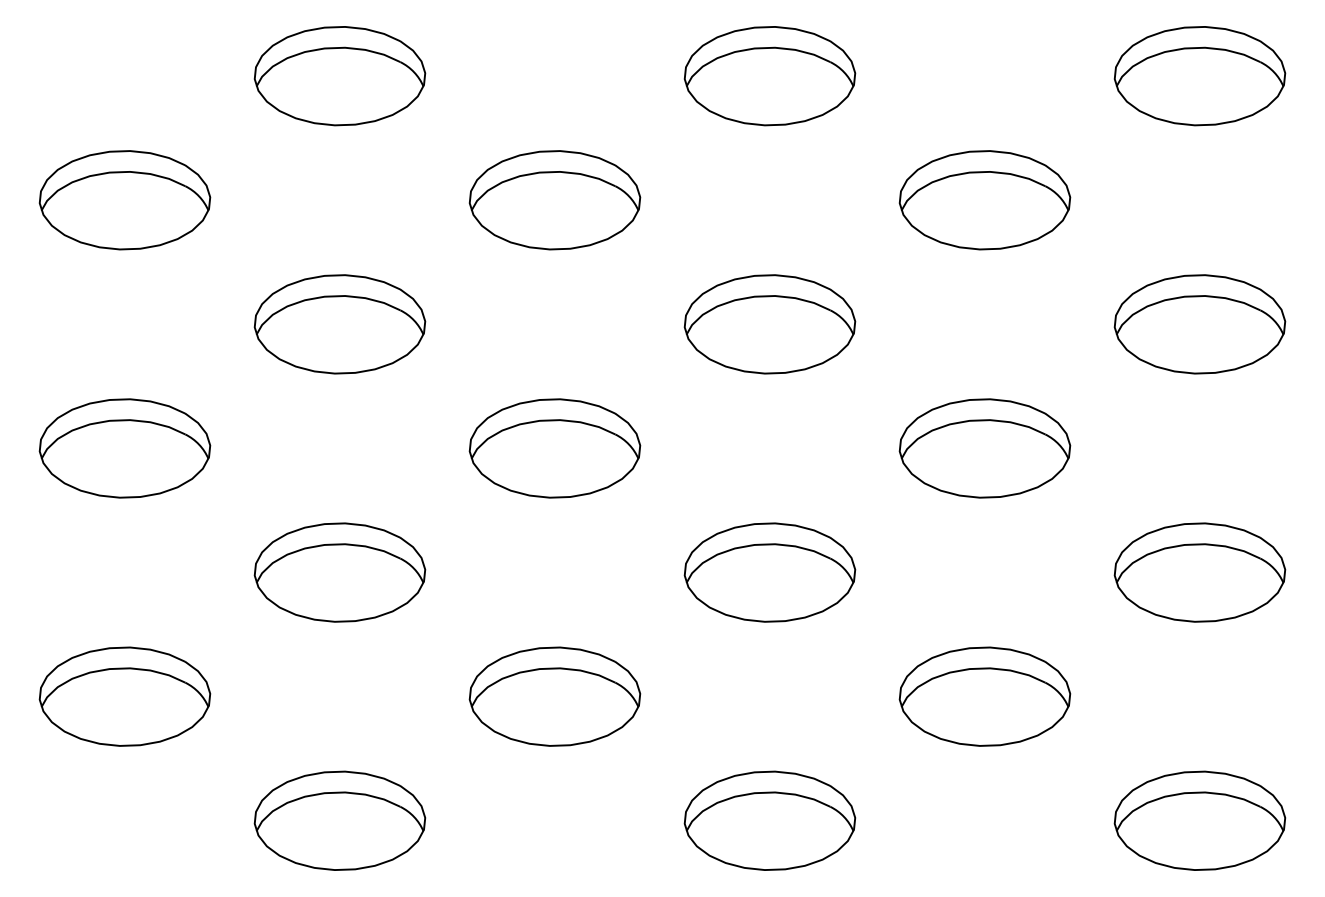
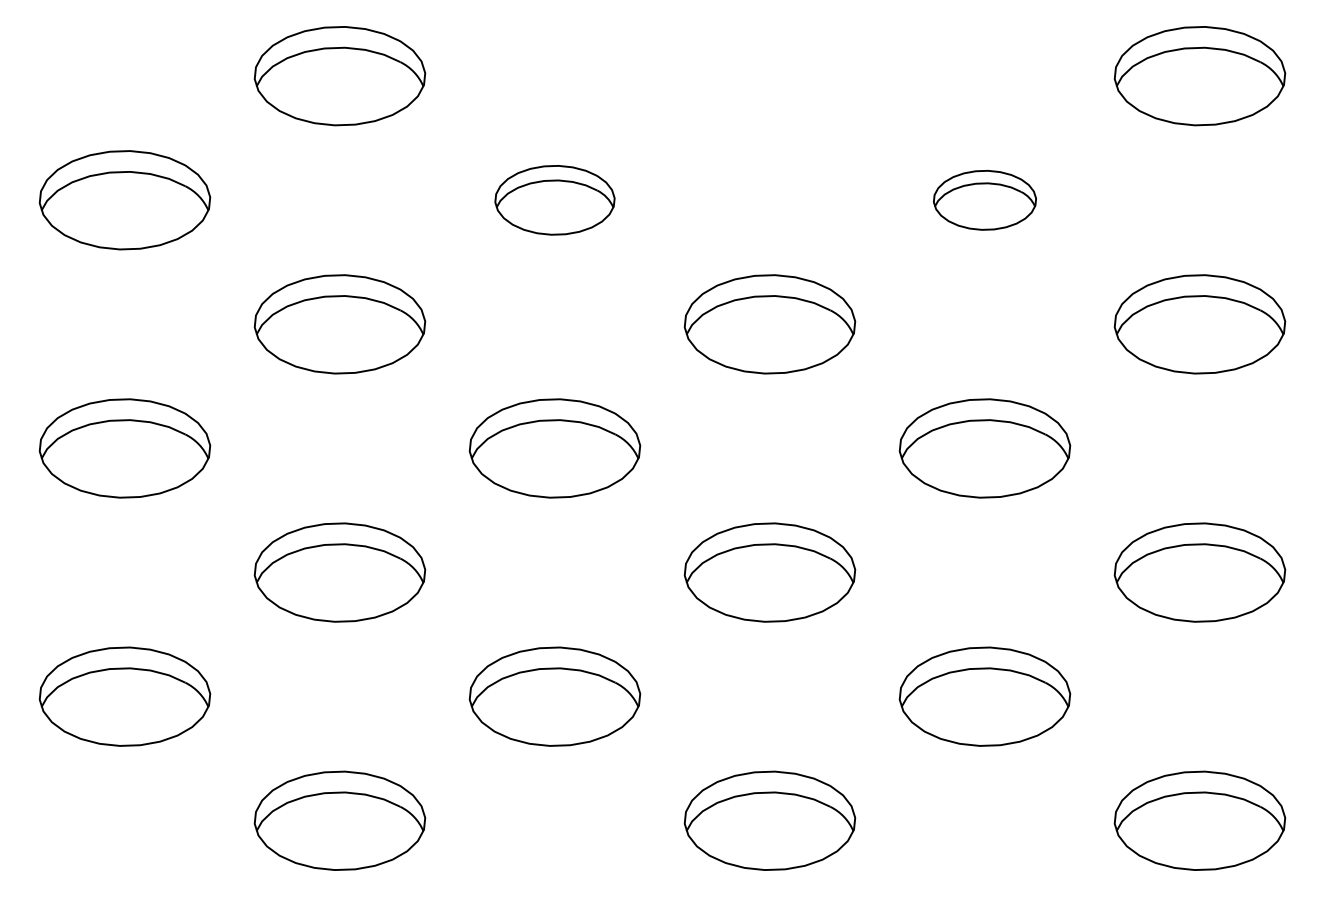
part at (769, 76): present -> none
part at (554, 200) size: 174x101 px -> 122x71 px
part at (984, 200) size: 174x101 px -> 104x61 px
